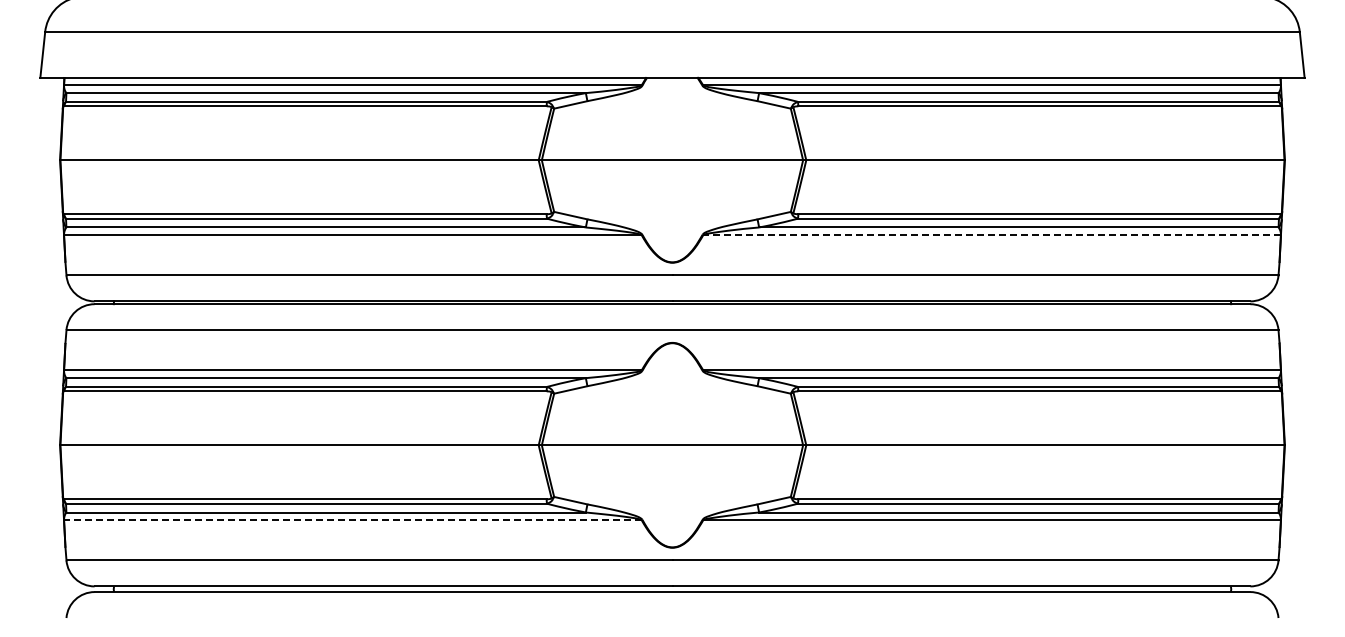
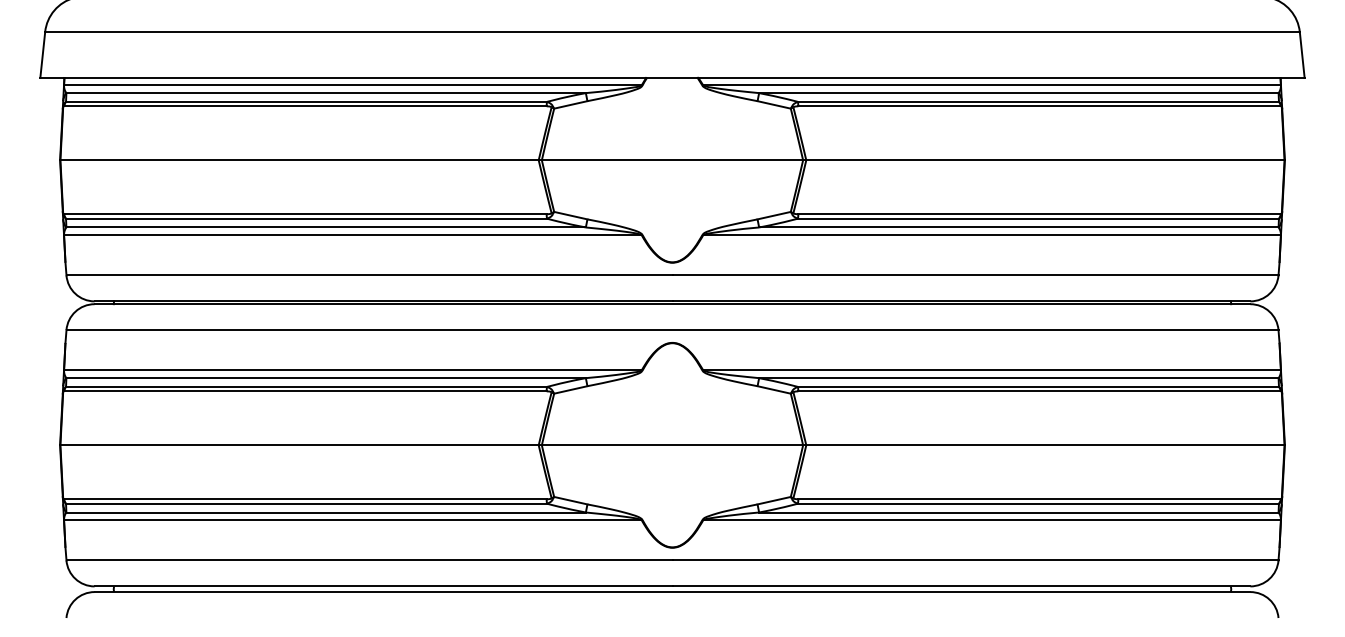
line at (992, 235): dashed -> solid
line at (352, 520): dashed -> solid
